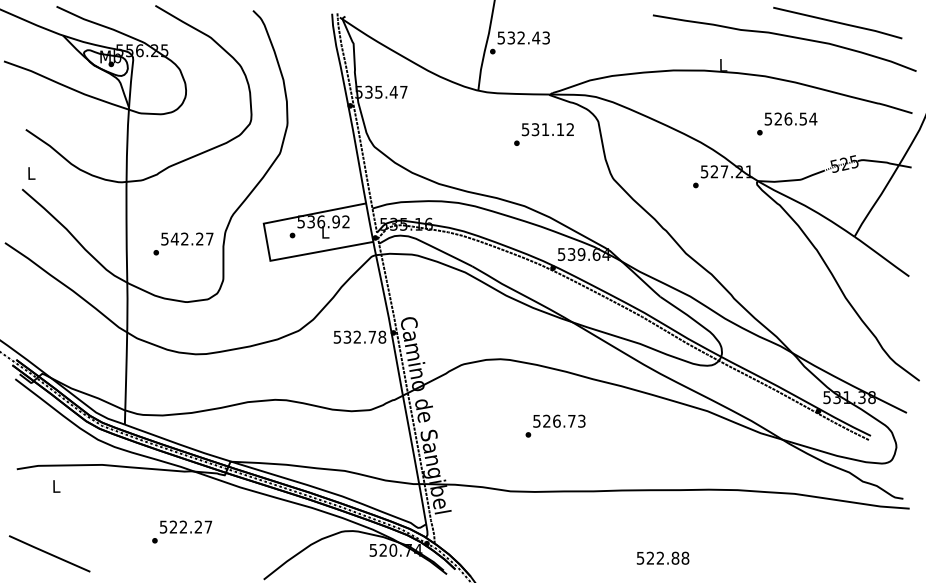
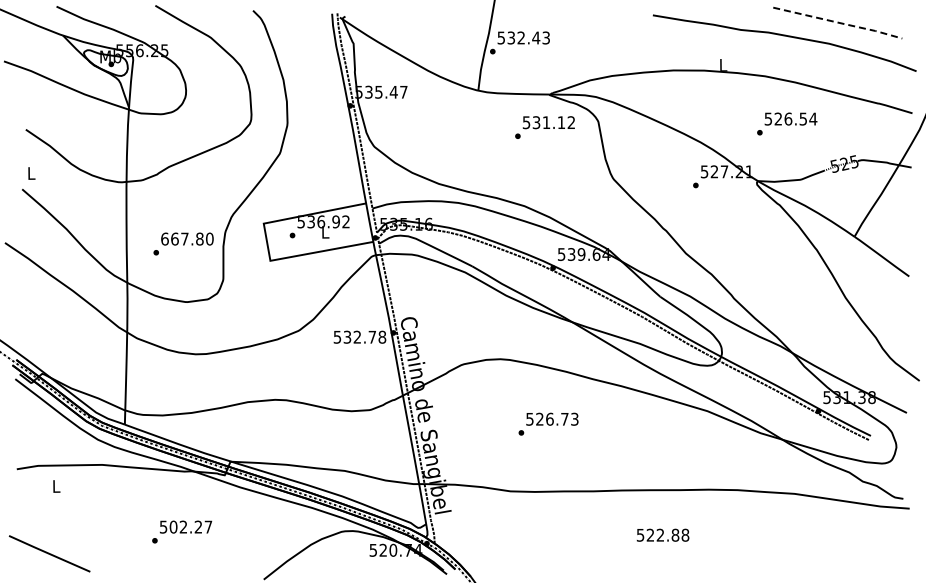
line at (838, 22): solid -> dashed
text at (543, 134) position: (543, 134) -> (544, 127)
text at (187, 238): 542.27 -> 667.80
text at (555, 425) position: (555, 425) -> (548, 423)
text at (173, 526): 522.27 -> 502.27
text at (662, 557) position: (662, 557) -> (662, 534)
